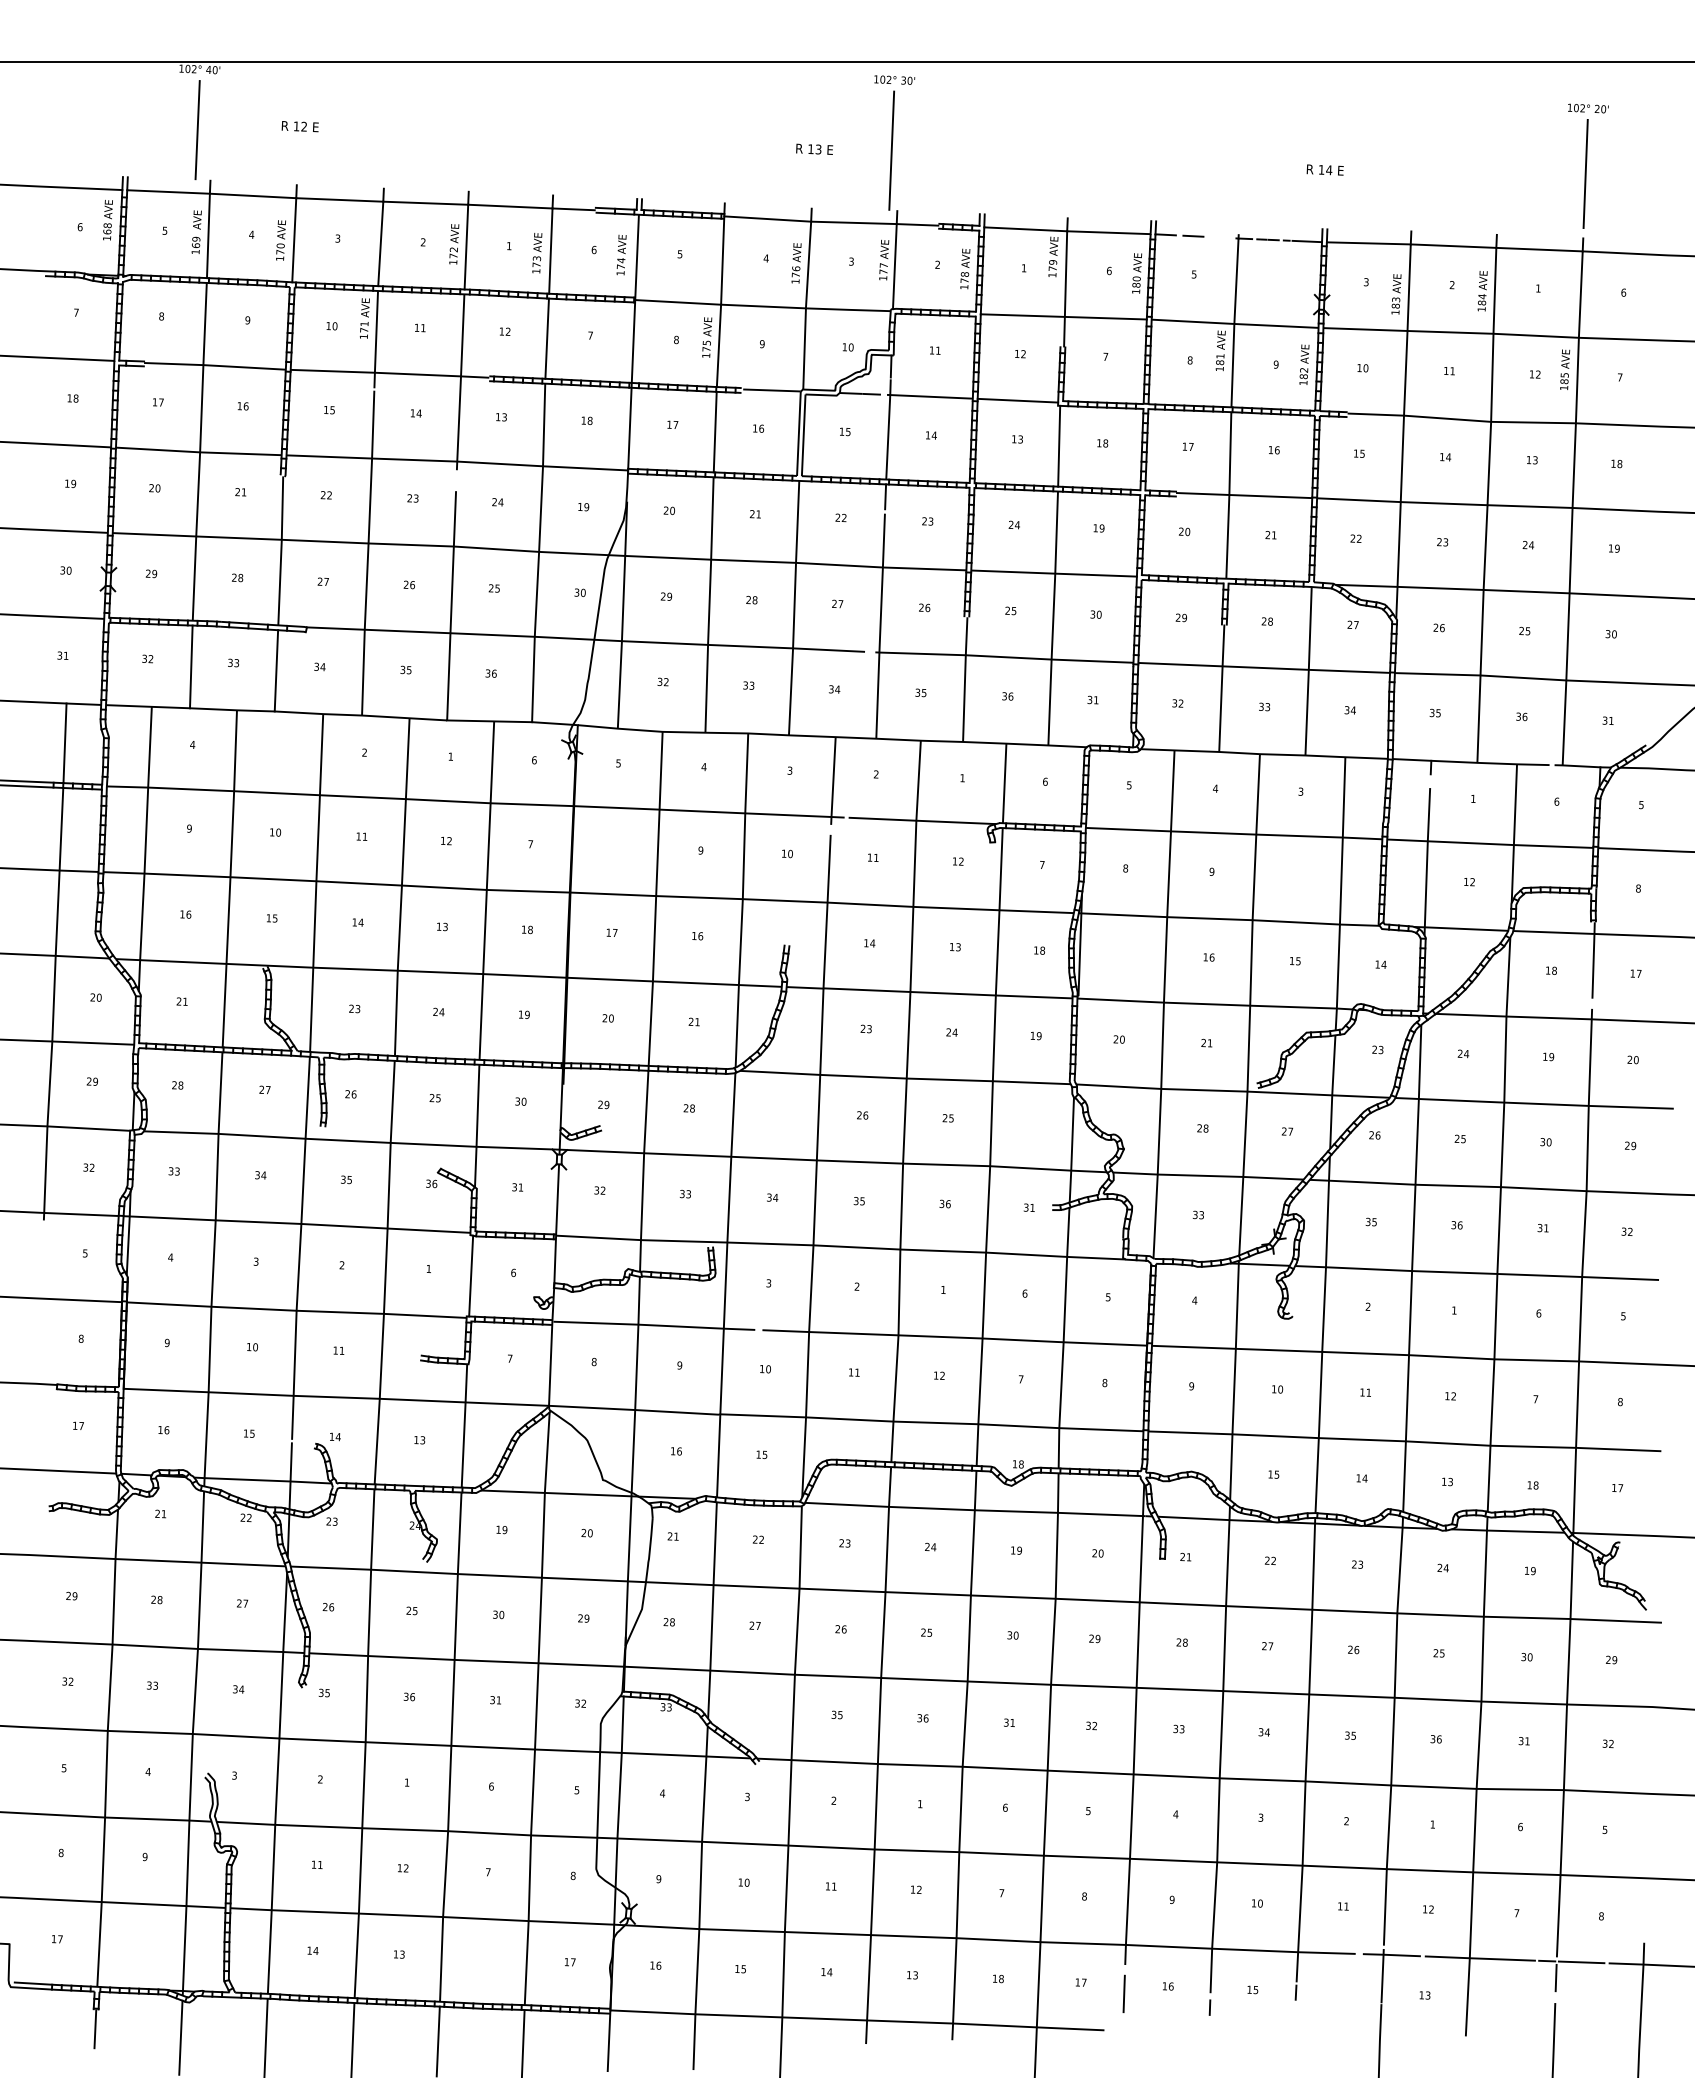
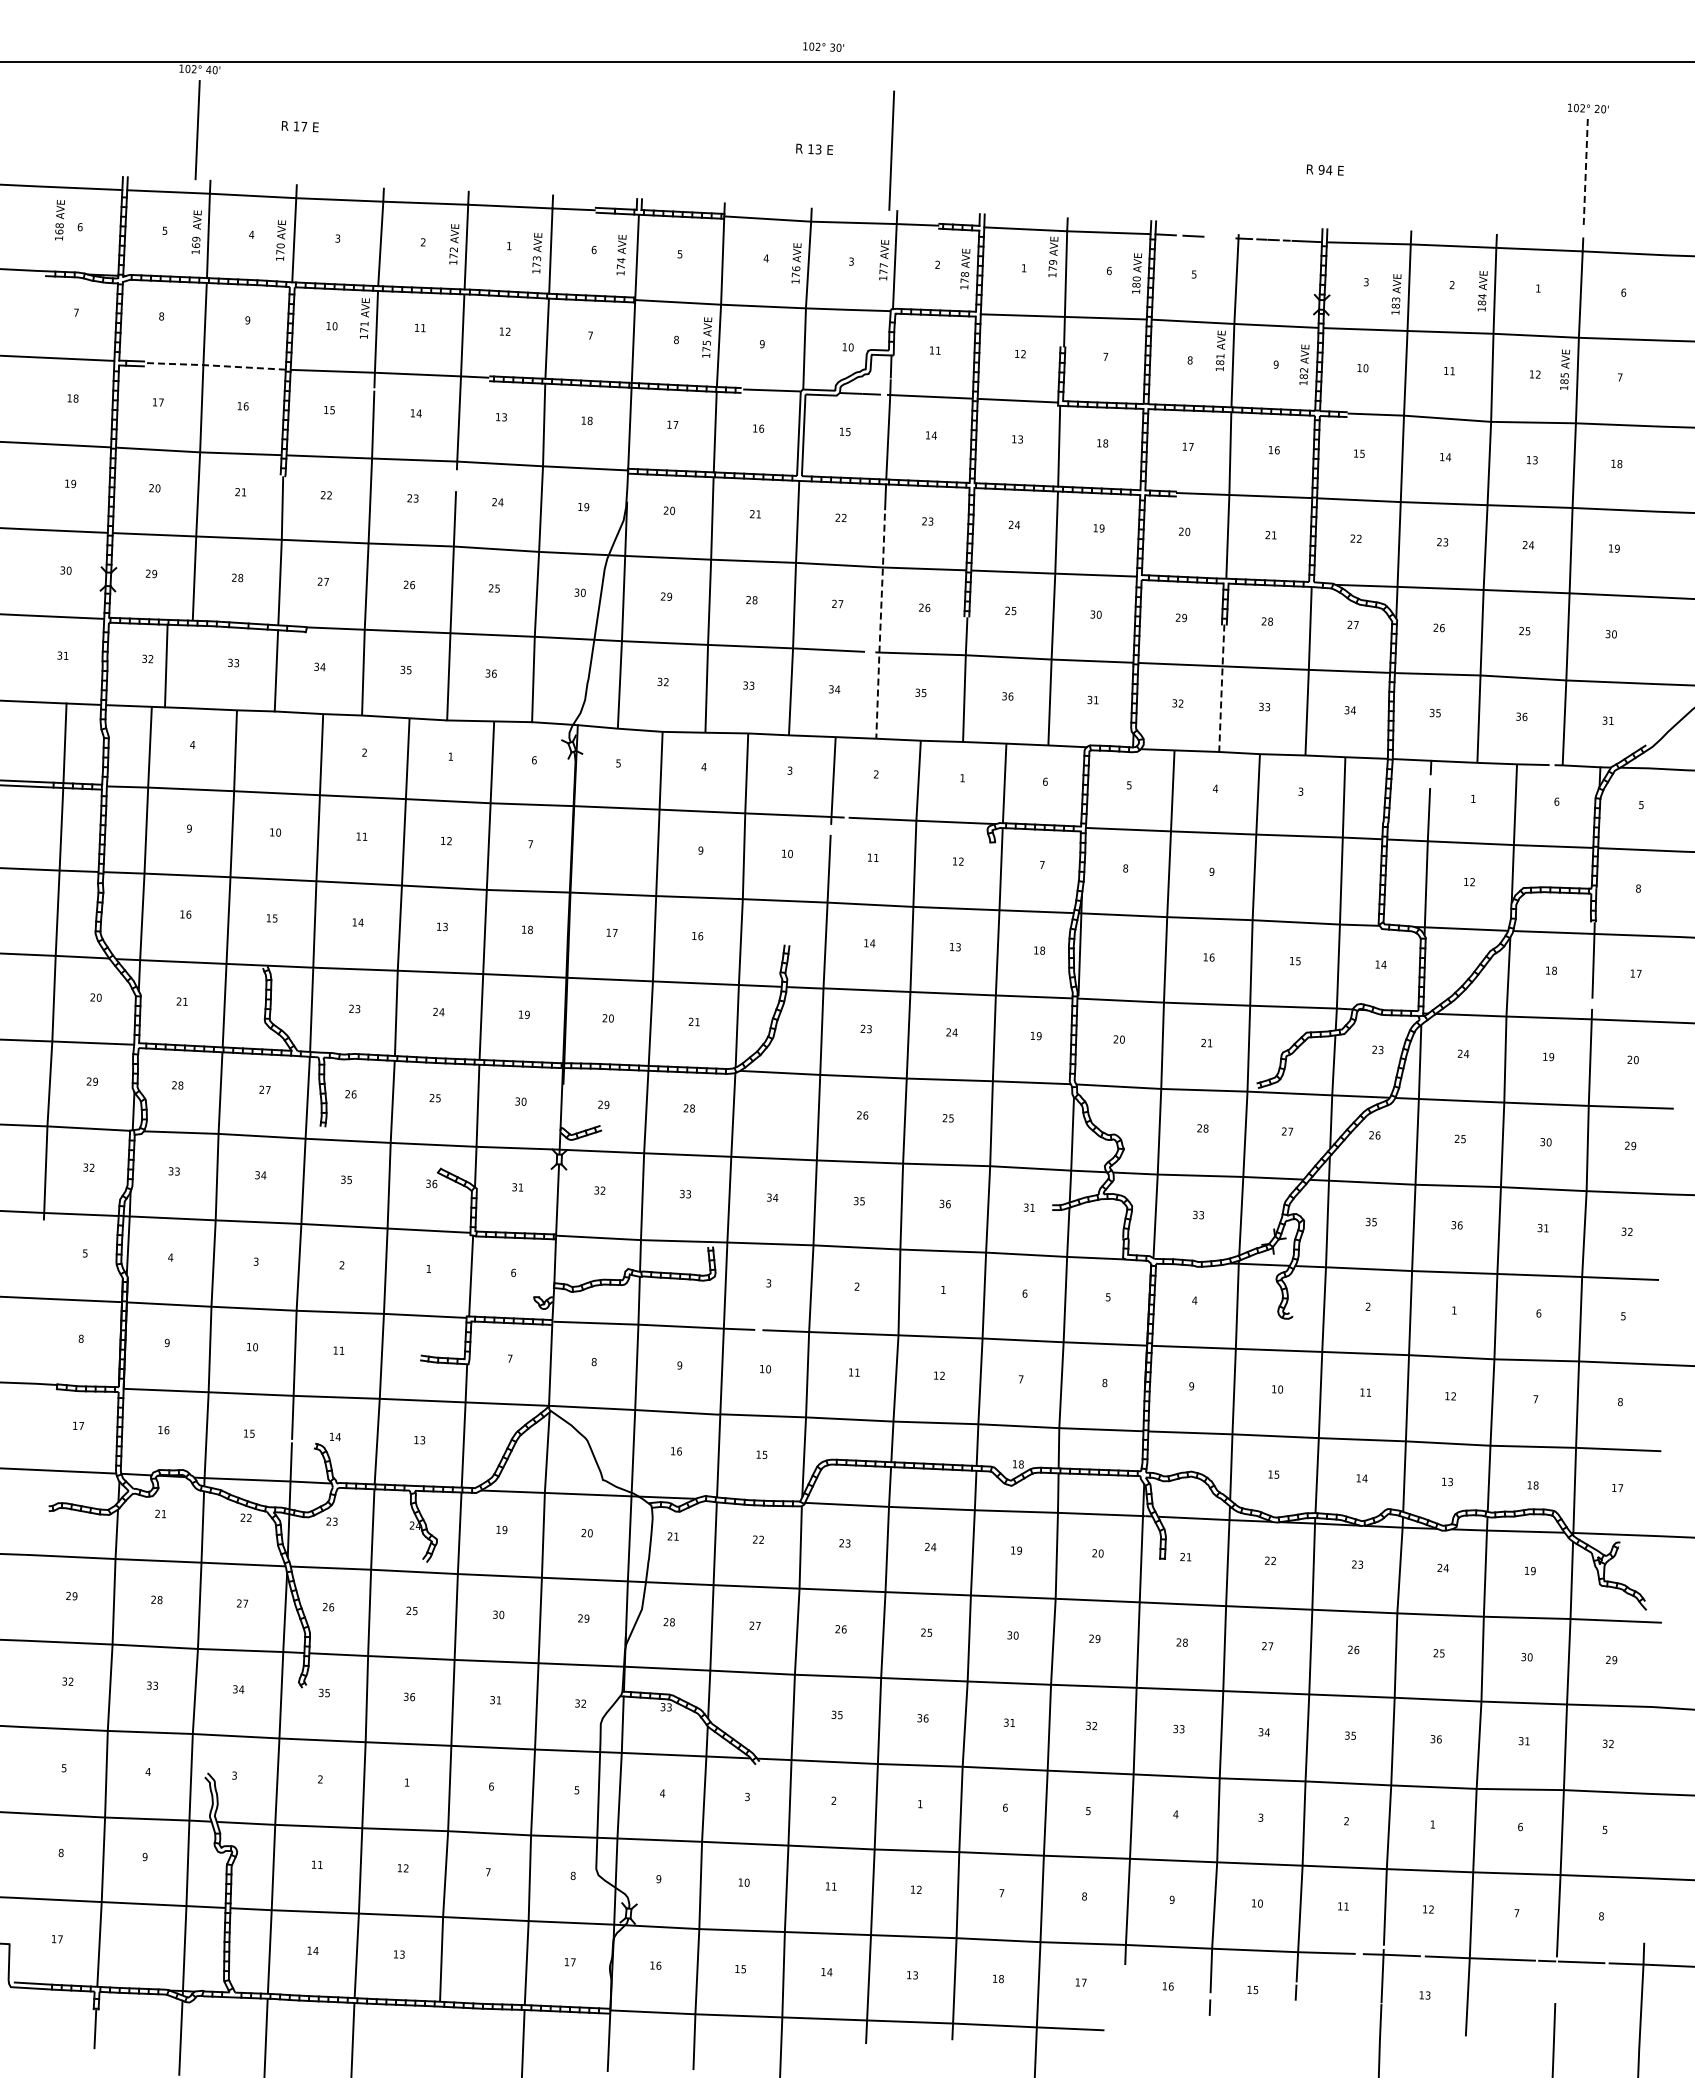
text at (894, 79) position: (894, 79) -> (823, 46)
text at (304, 126): 12 -> 17
text at (1321, 169): 14 -> 94
line at (1585, 174): solid -> dashed
text at (107, 220) position: (107, 220) -> (59, 220)
line at (214, 365): solid -> dashed
line at (880, 626): solid -> dashed
line at (191, 666) position: (191, 666) -> (166, 665)
line at (1221, 688): solid -> dashed
line at (1555, 1977): present -> none
line at (1123, 1993): present -> none
line at (437, 2040): present -> none
